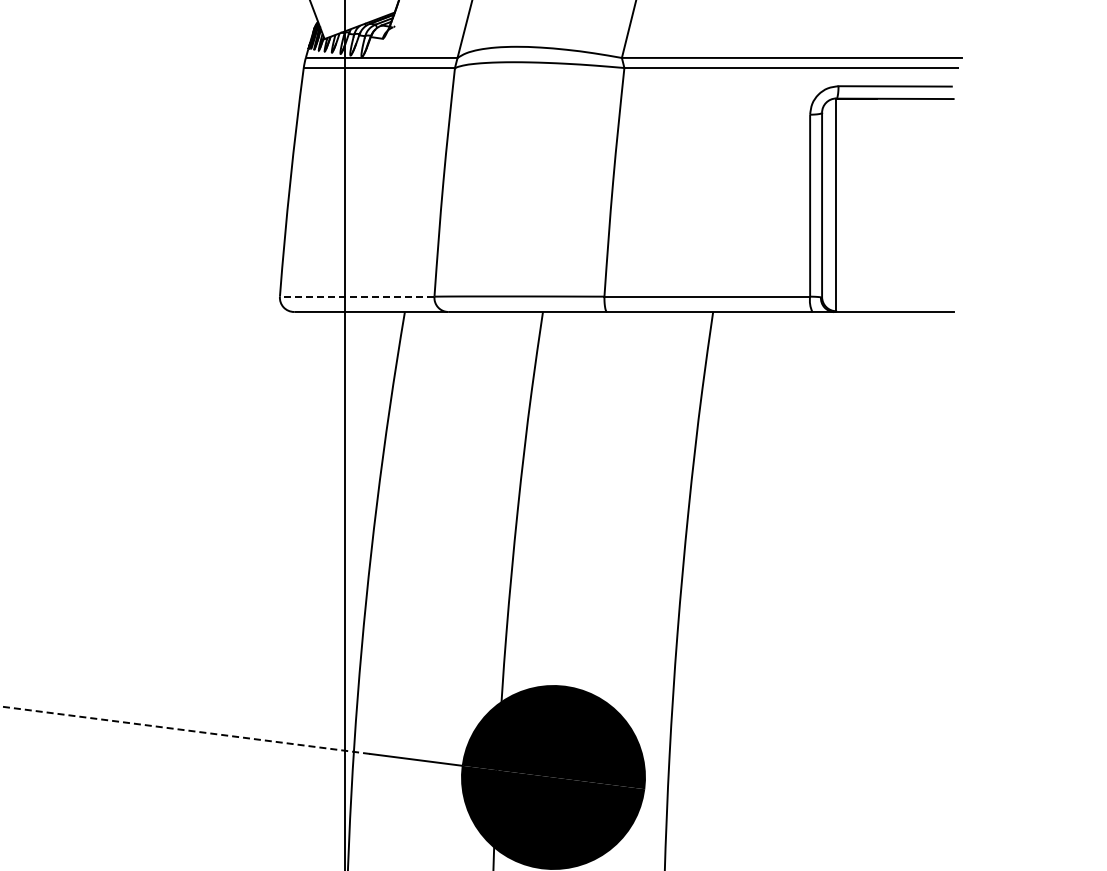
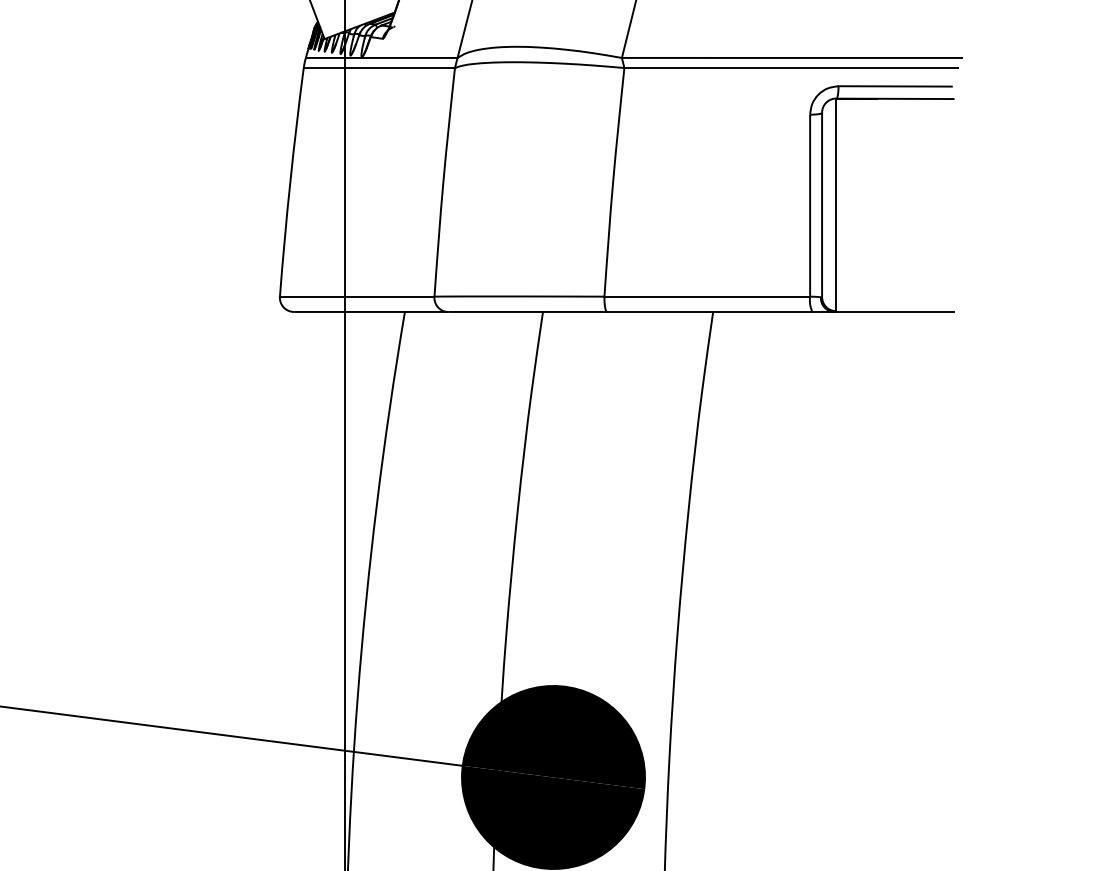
line at (356, 296): dashed -> solid
line at (184, 730): dashed -> solid
